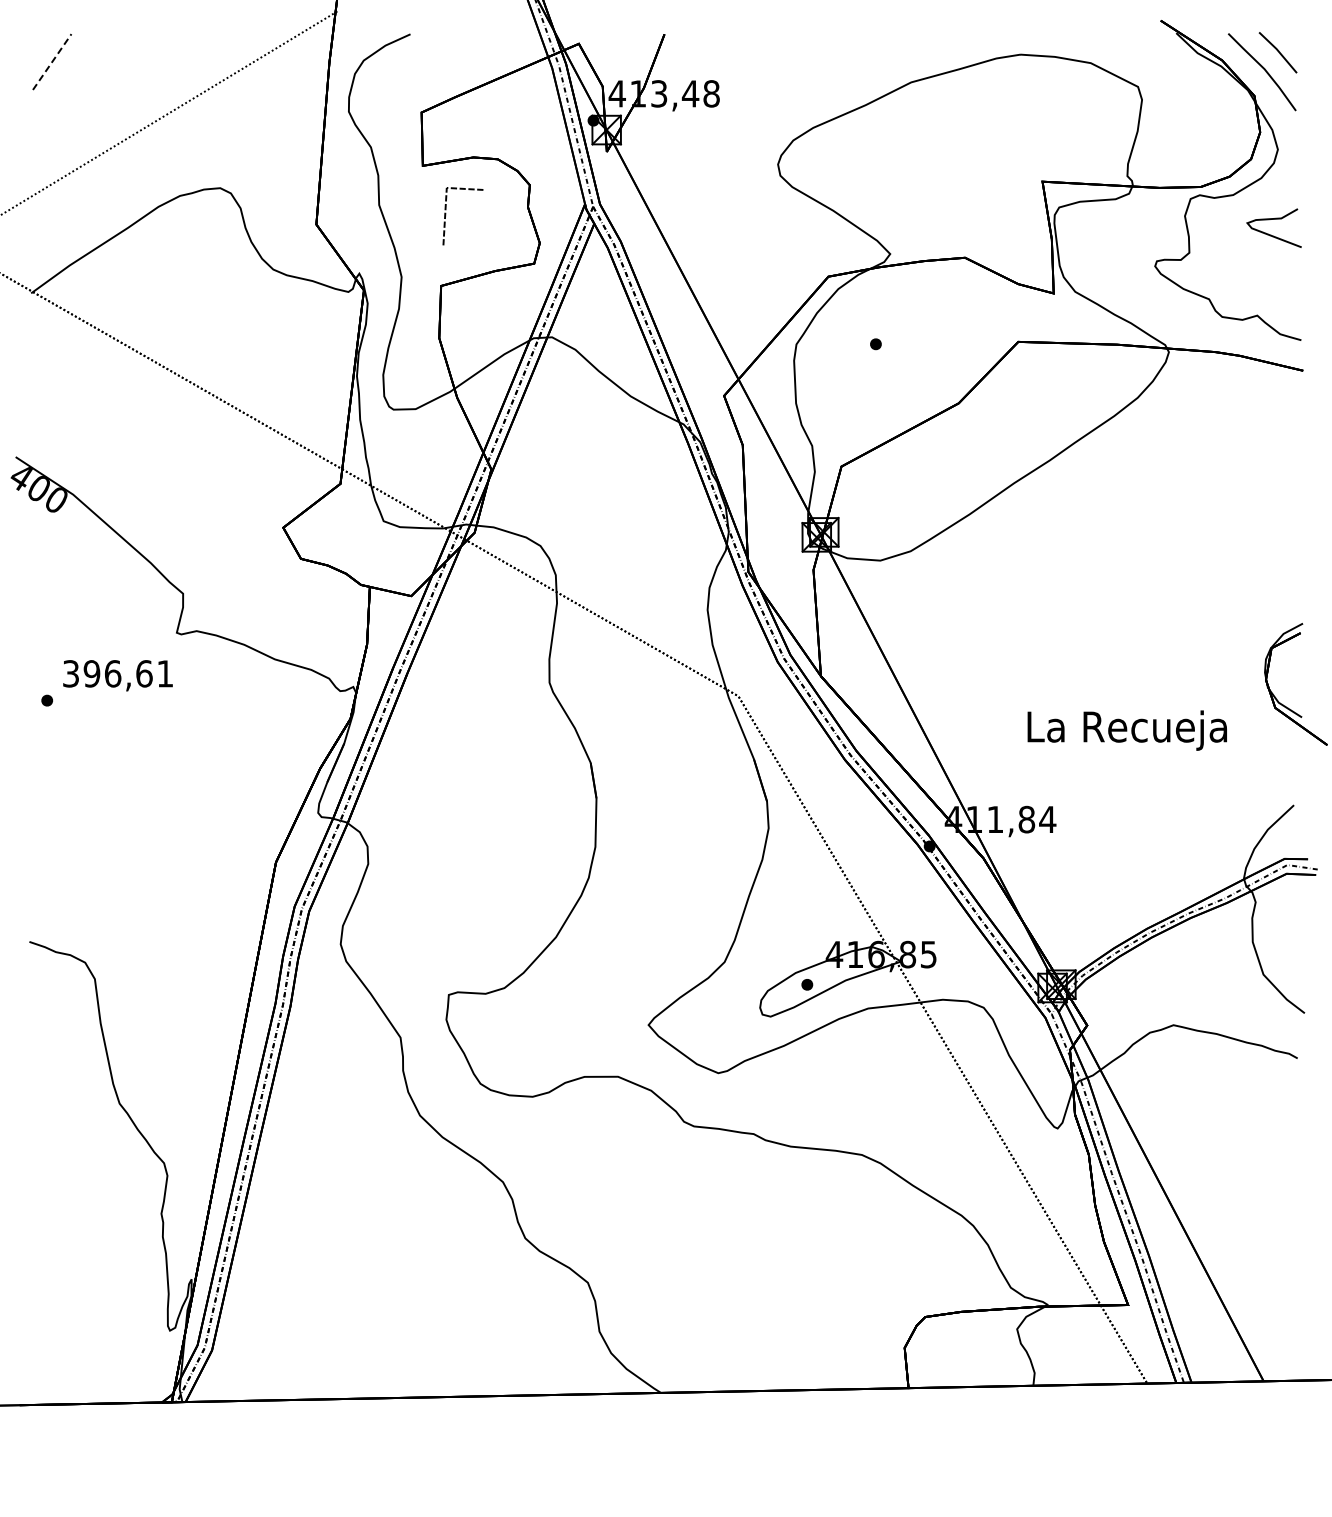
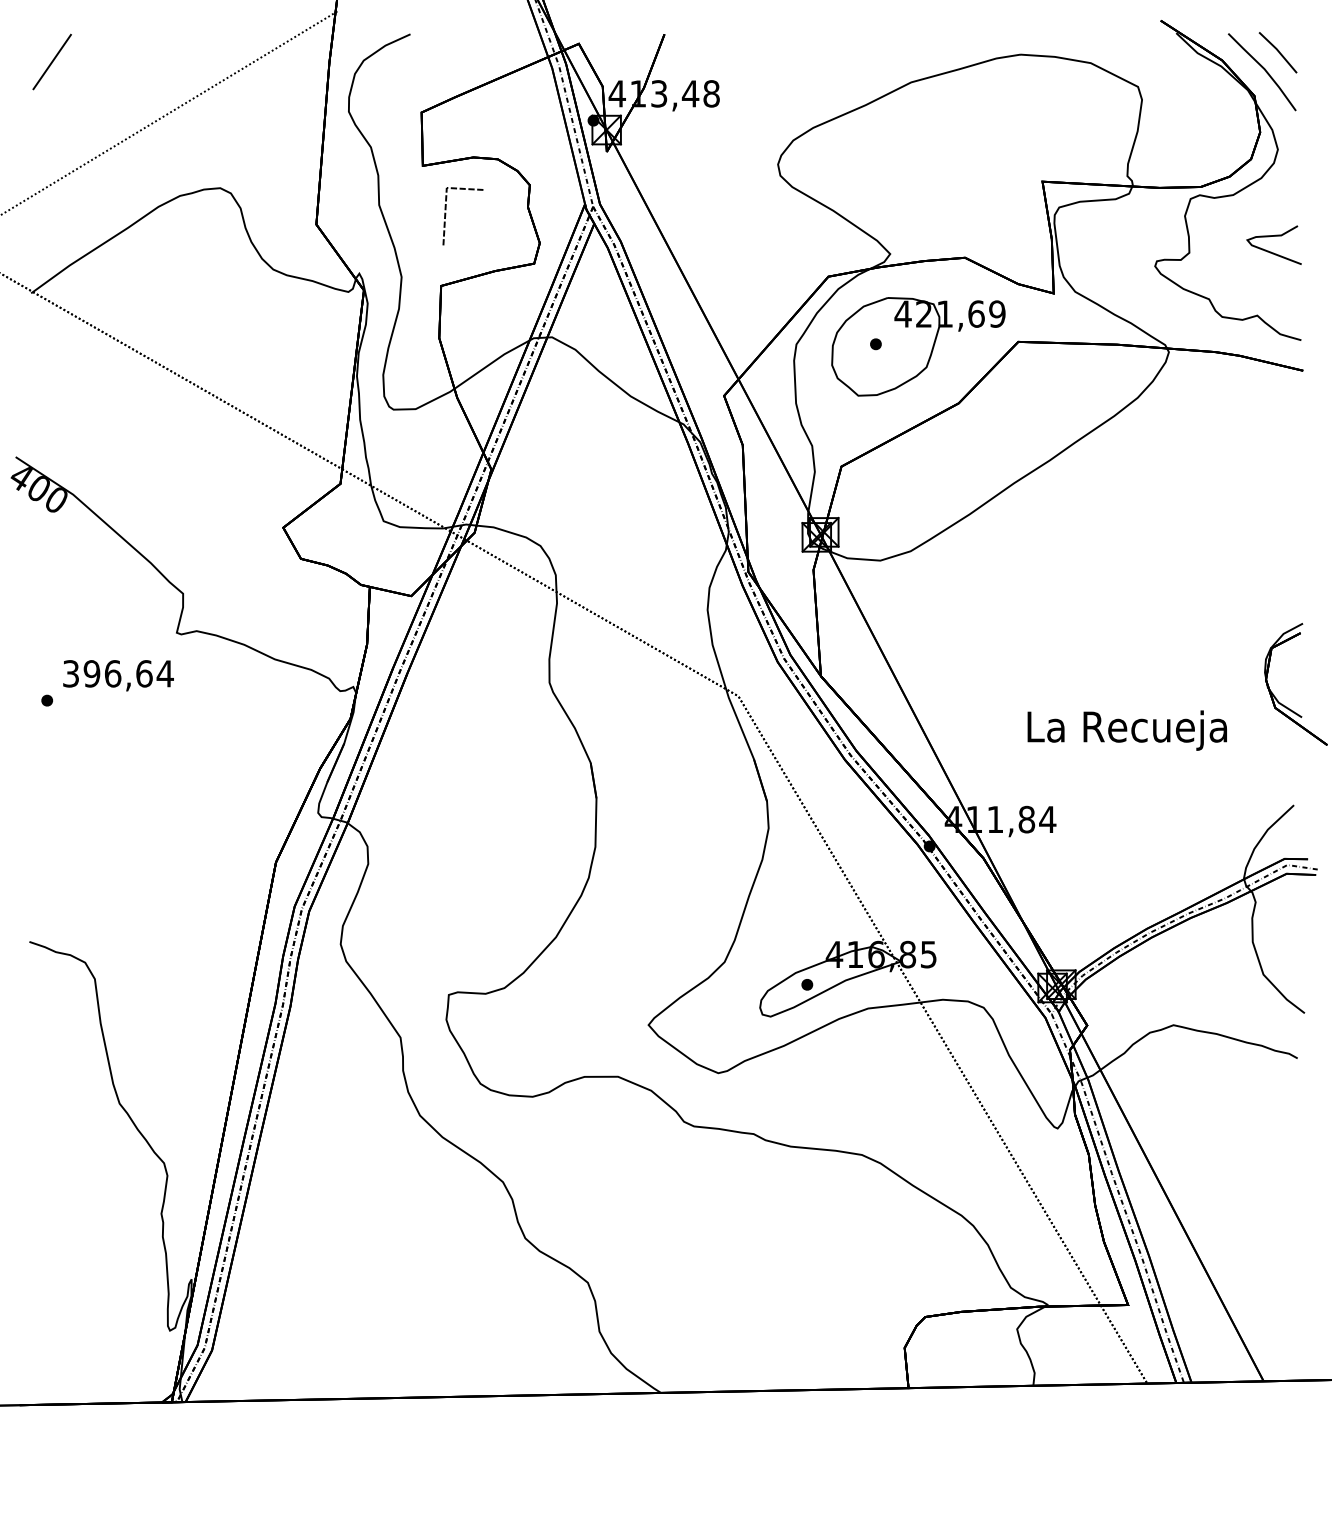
line at (52, 62): dashed -> solid
curve at (1271, 234) position: (1271, 234) -> (1271, 251)
part at (918, 346): none -> present
text at (164, 673): 396,61 -> 396,64
